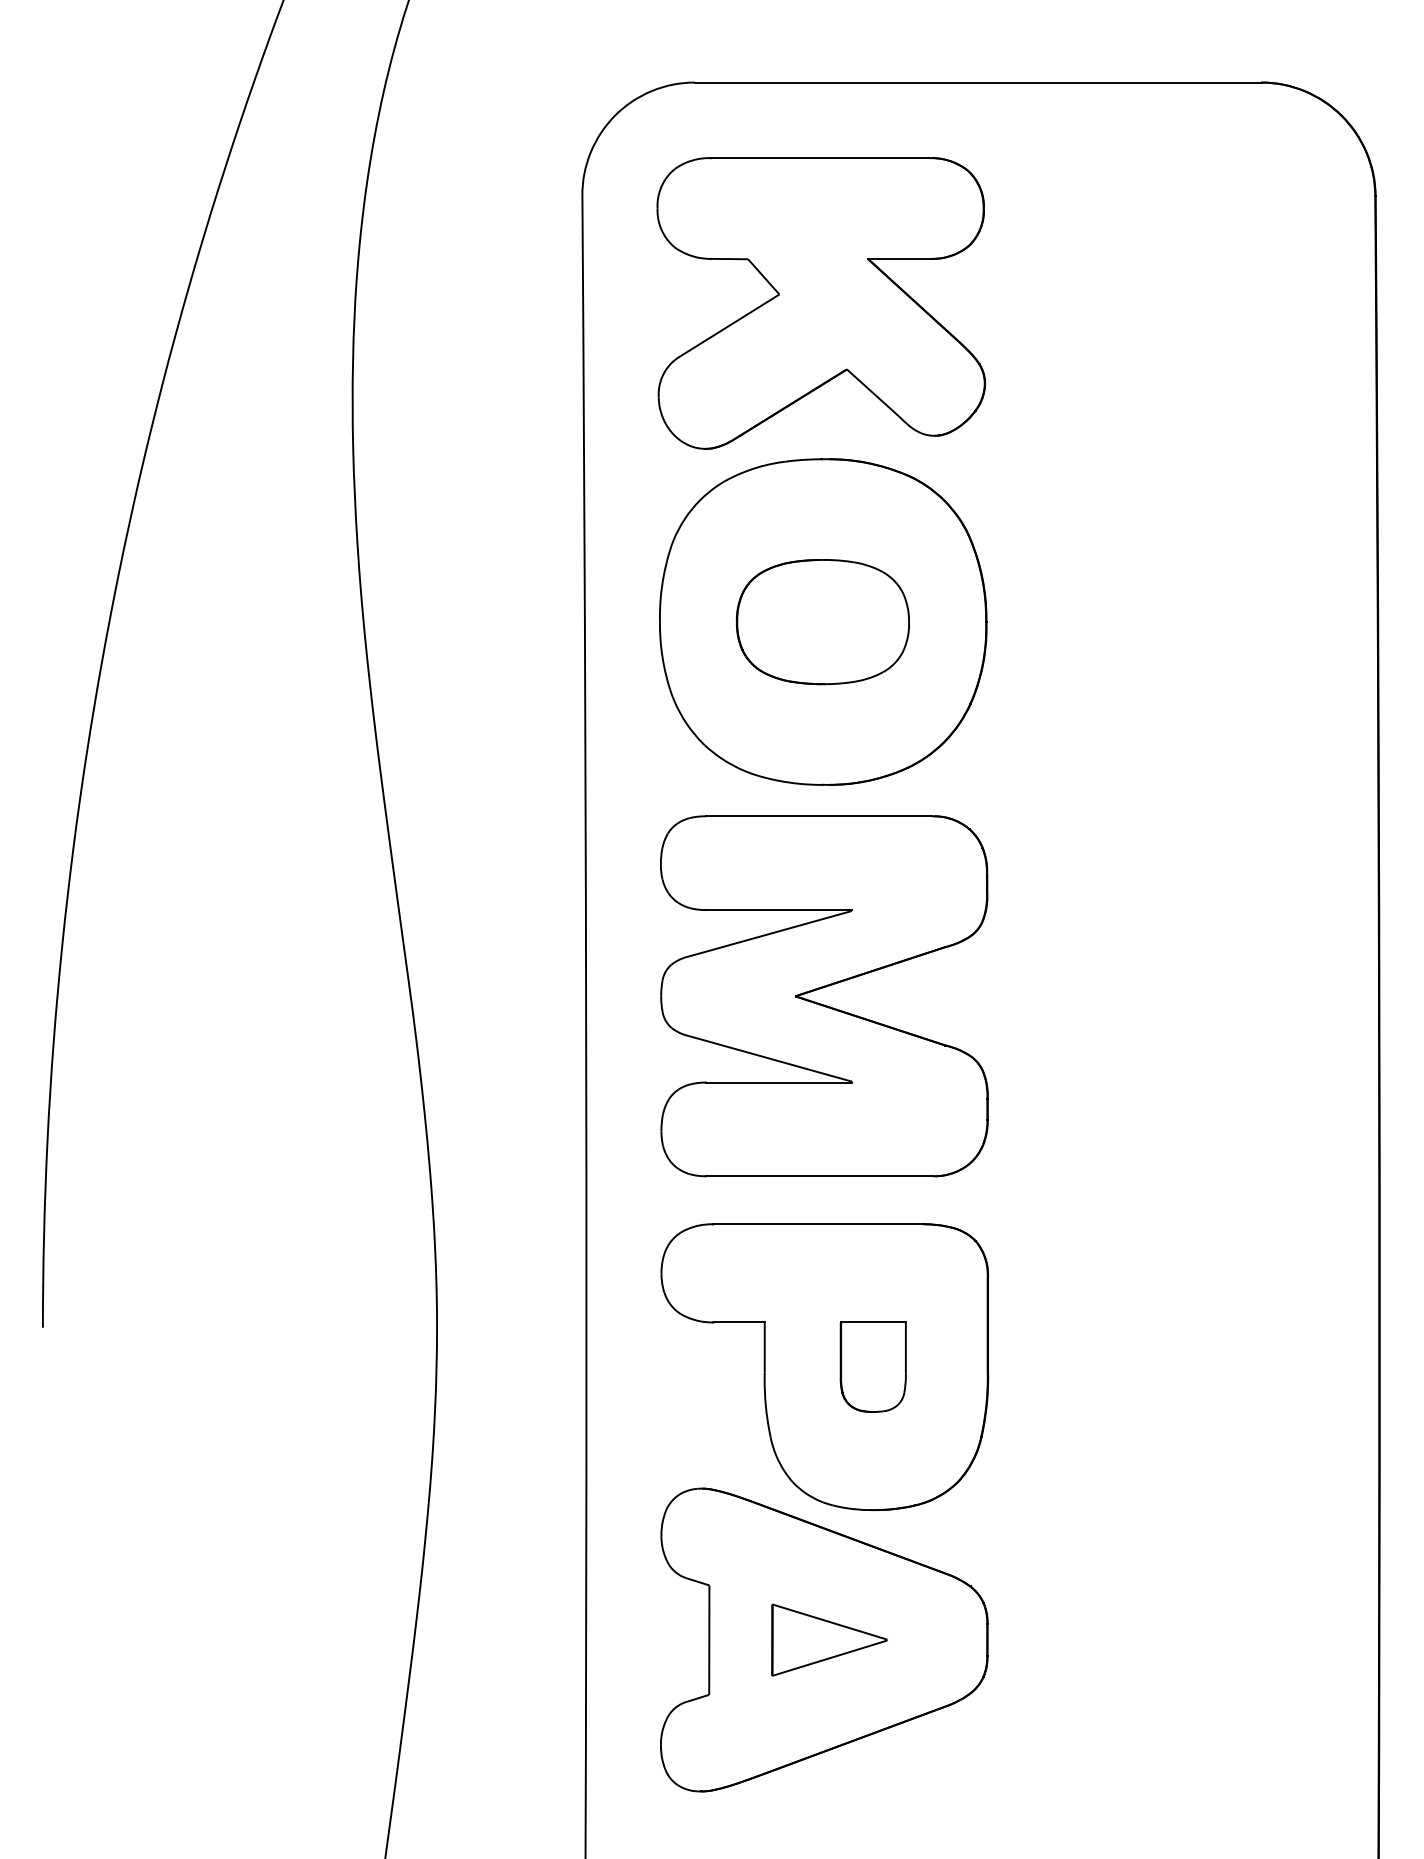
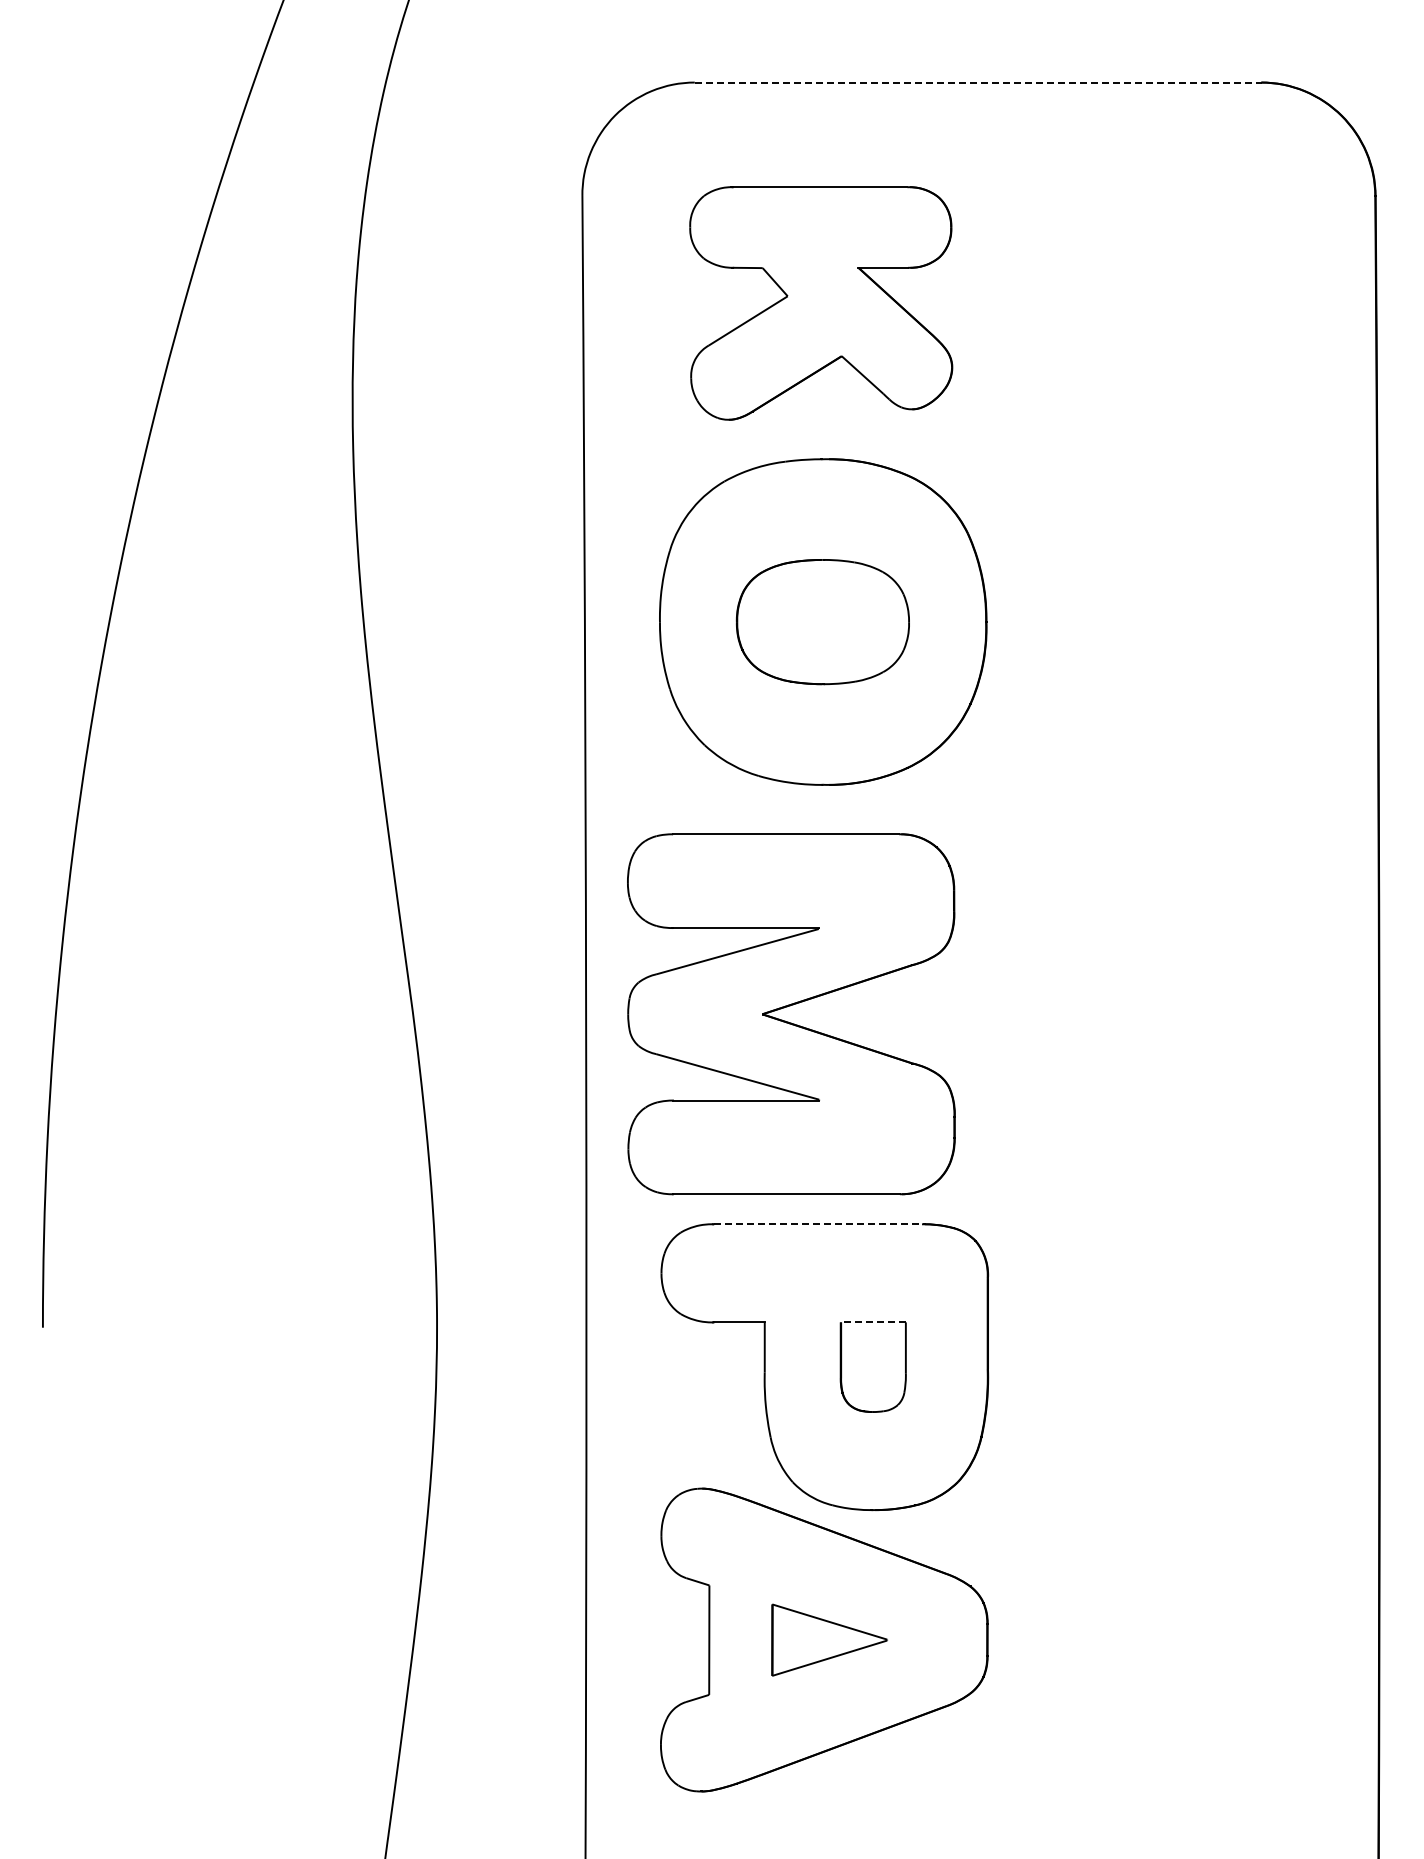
line at (978, 82): solid -> dashed
part at (820, 303) size: 330x293 px -> 265x235 px
part at (821, 1003) position: (821, 1003) -> (788, 1021)
line at (818, 1224): solid -> dashed
line at (873, 1322): solid -> dashed
